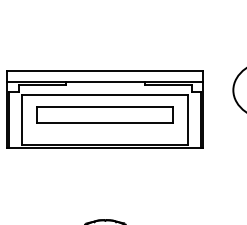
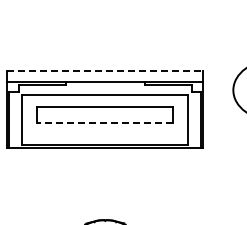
line at (105, 71): solid -> dashed
line at (105, 123): solid -> dashed
